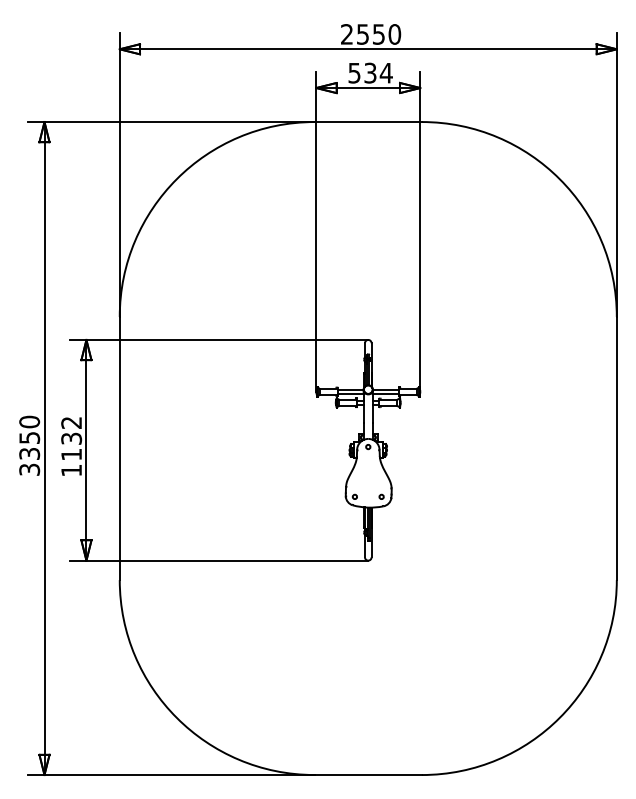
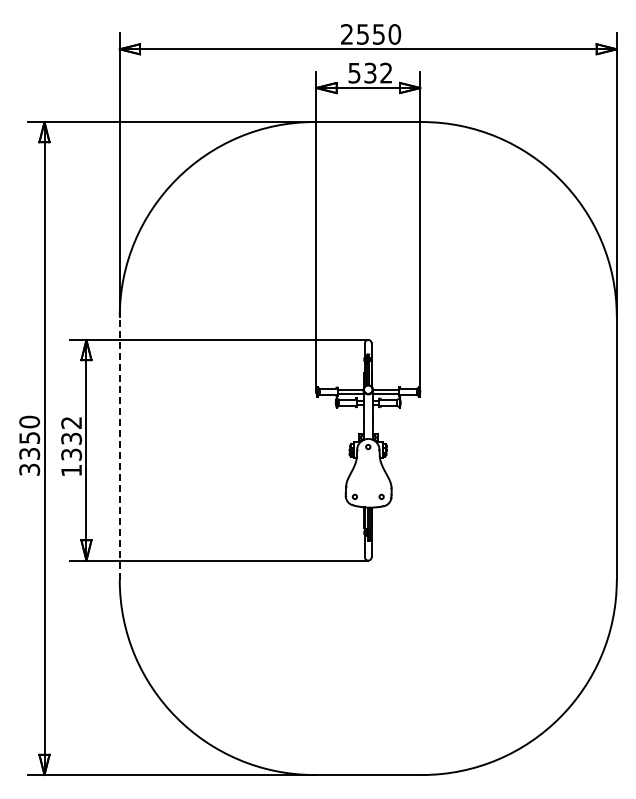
text at (385, 72): 534 -> 532
line at (119, 448): solid -> dashed
text at (71, 454): 1132 -> 1332
